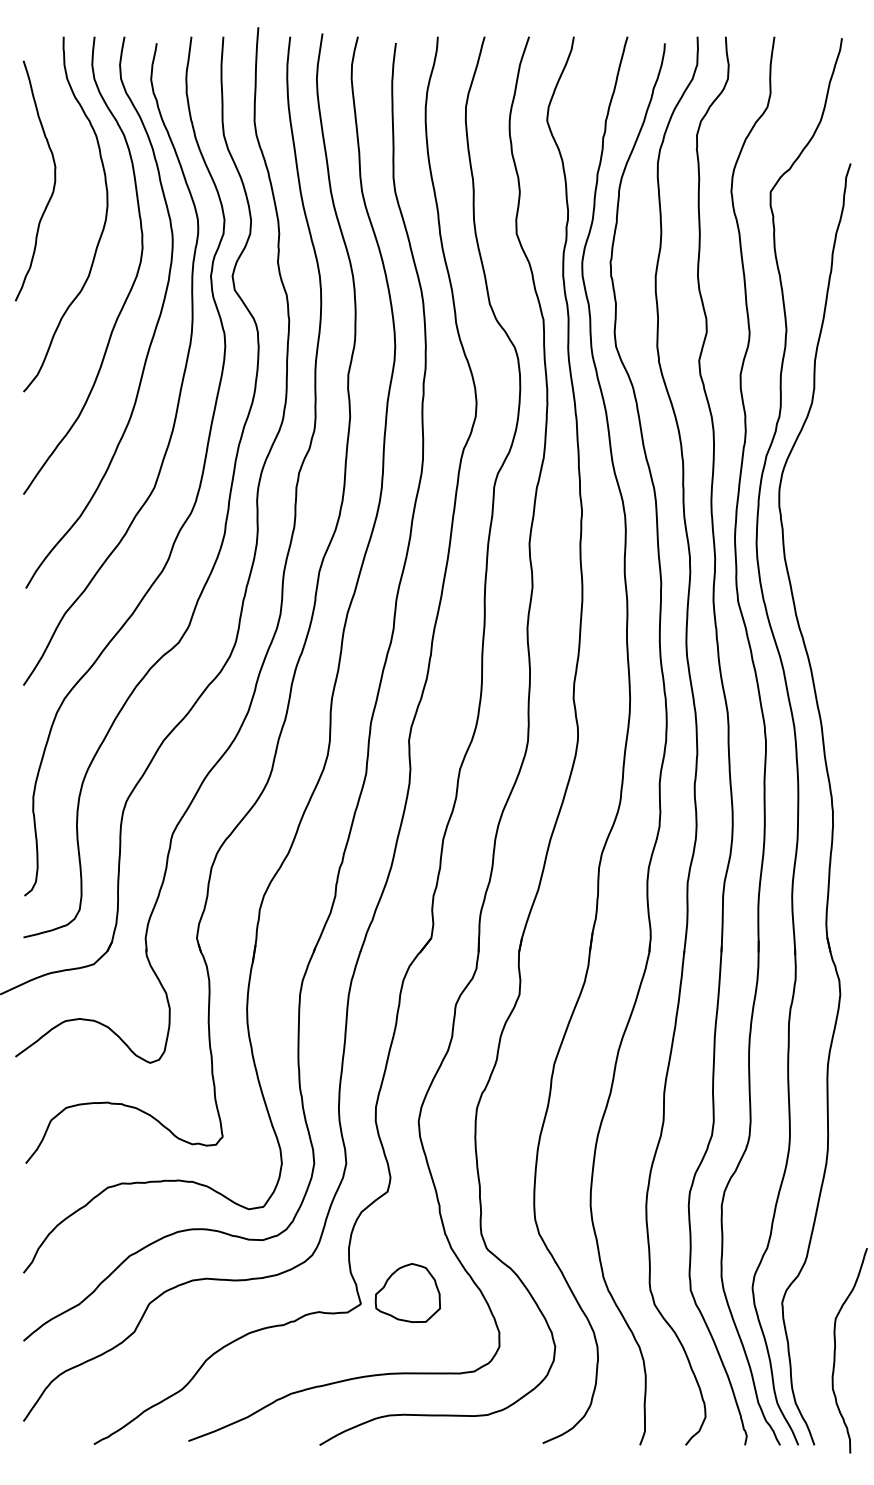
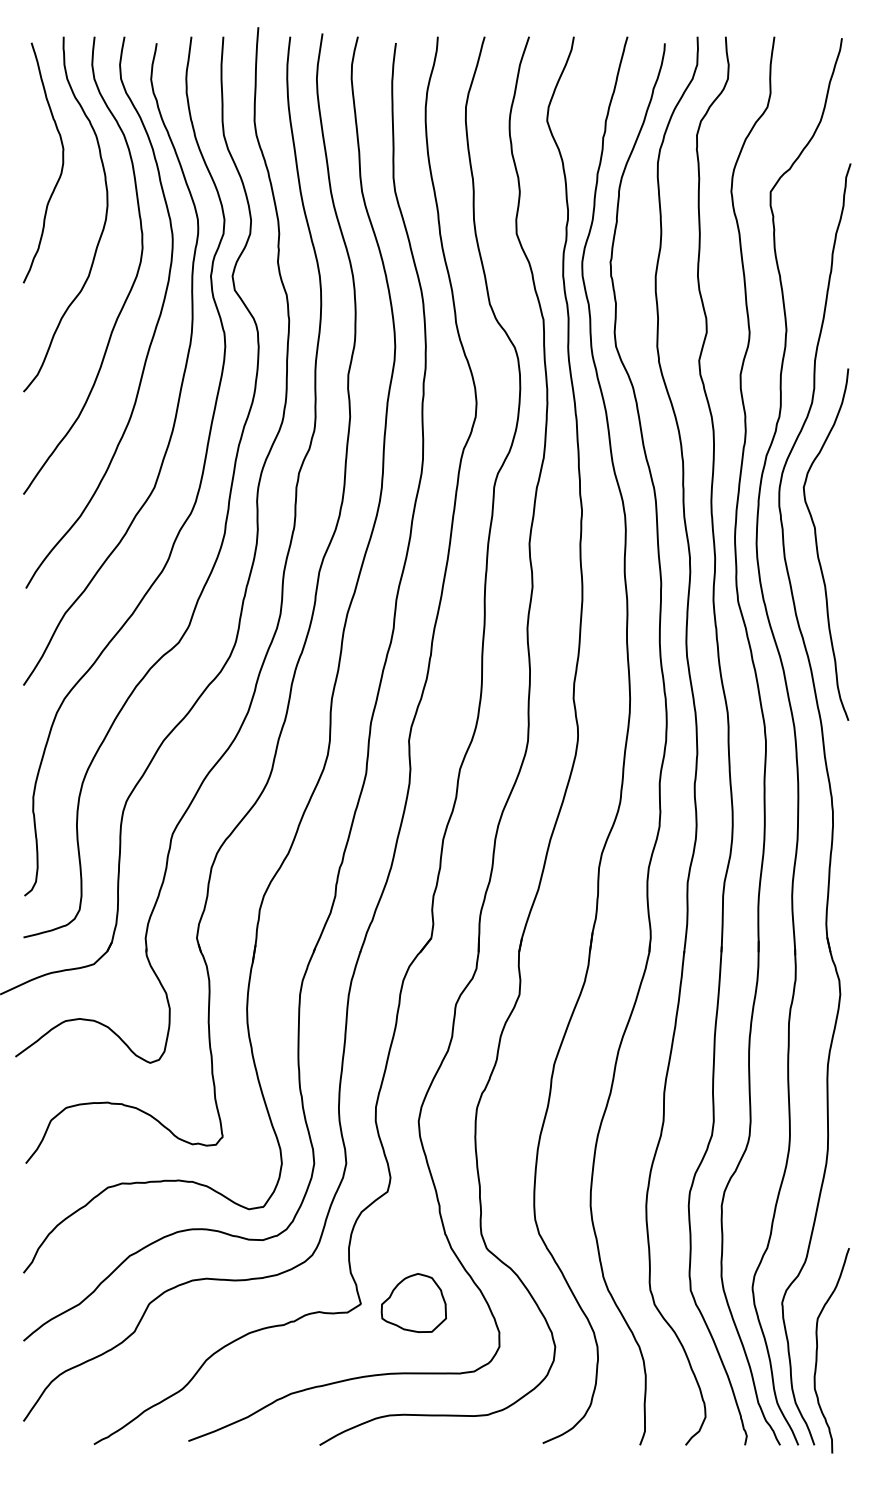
curve at (53, 184) position: (53, 184) -> (61, 166)
curve at (817, 544): none -> present
part at (407, 1292) position: (407, 1292) -> (413, 1302)
curve at (835, 1350) position: (835, 1350) -> (817, 1350)
